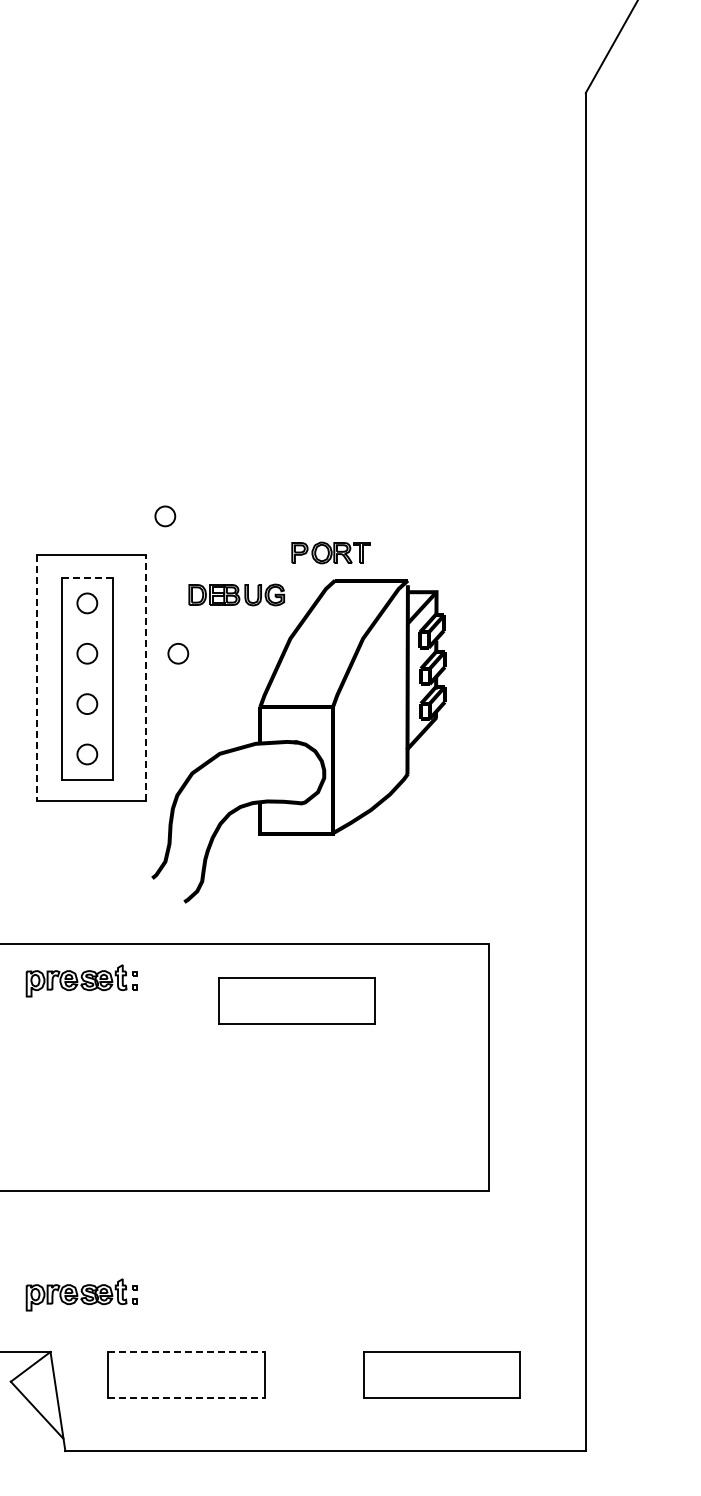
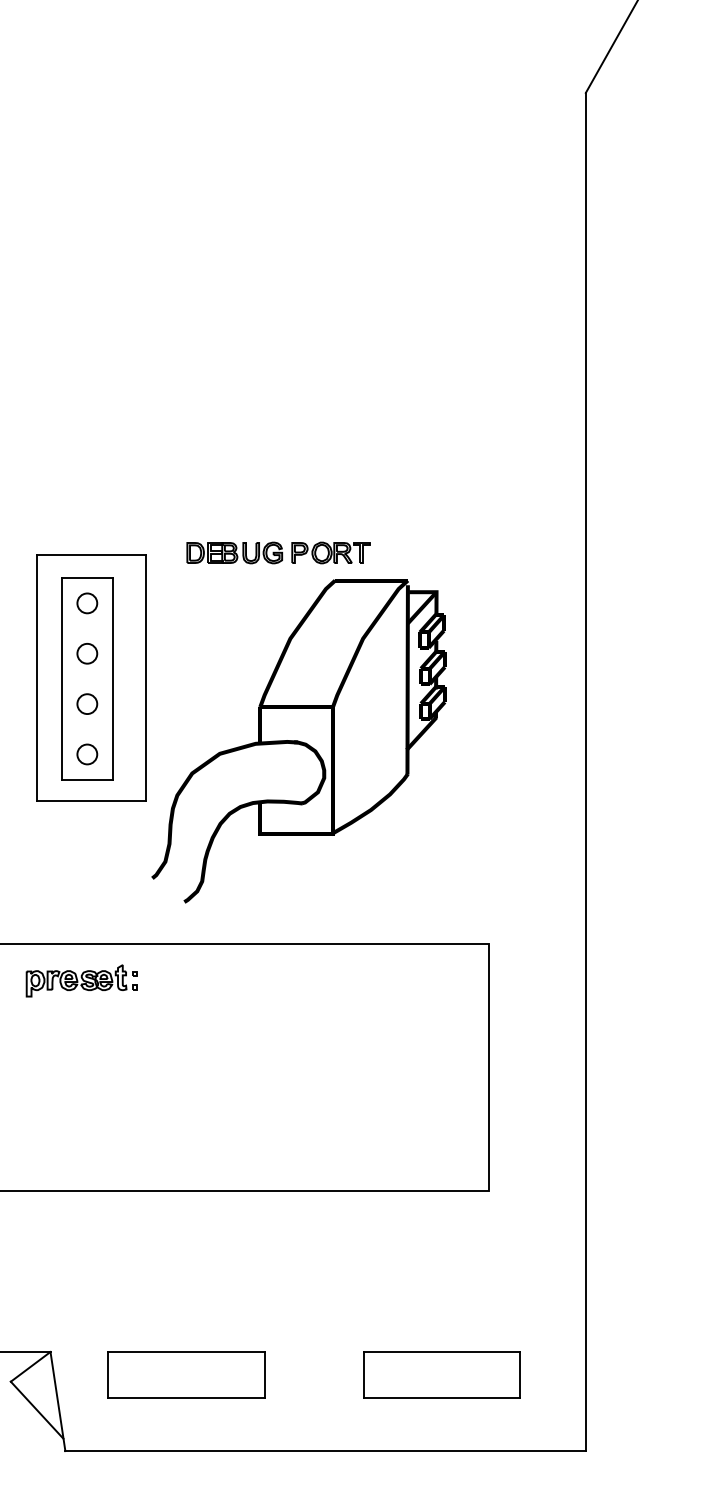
circle at (165, 516): present -> none
line at (87, 578): dashed -> solid
part at (236, 594) position: (236, 594) -> (234, 552)
circle at (178, 653): present -> none
line at (36, 677): dashed -> solid
line at (145, 677): dashed -> solid
part at (296, 1000): present -> none
part at (81, 1294): present -> none
line at (186, 1351): dashed -> solid
line at (186, 1397): dashed -> solid
